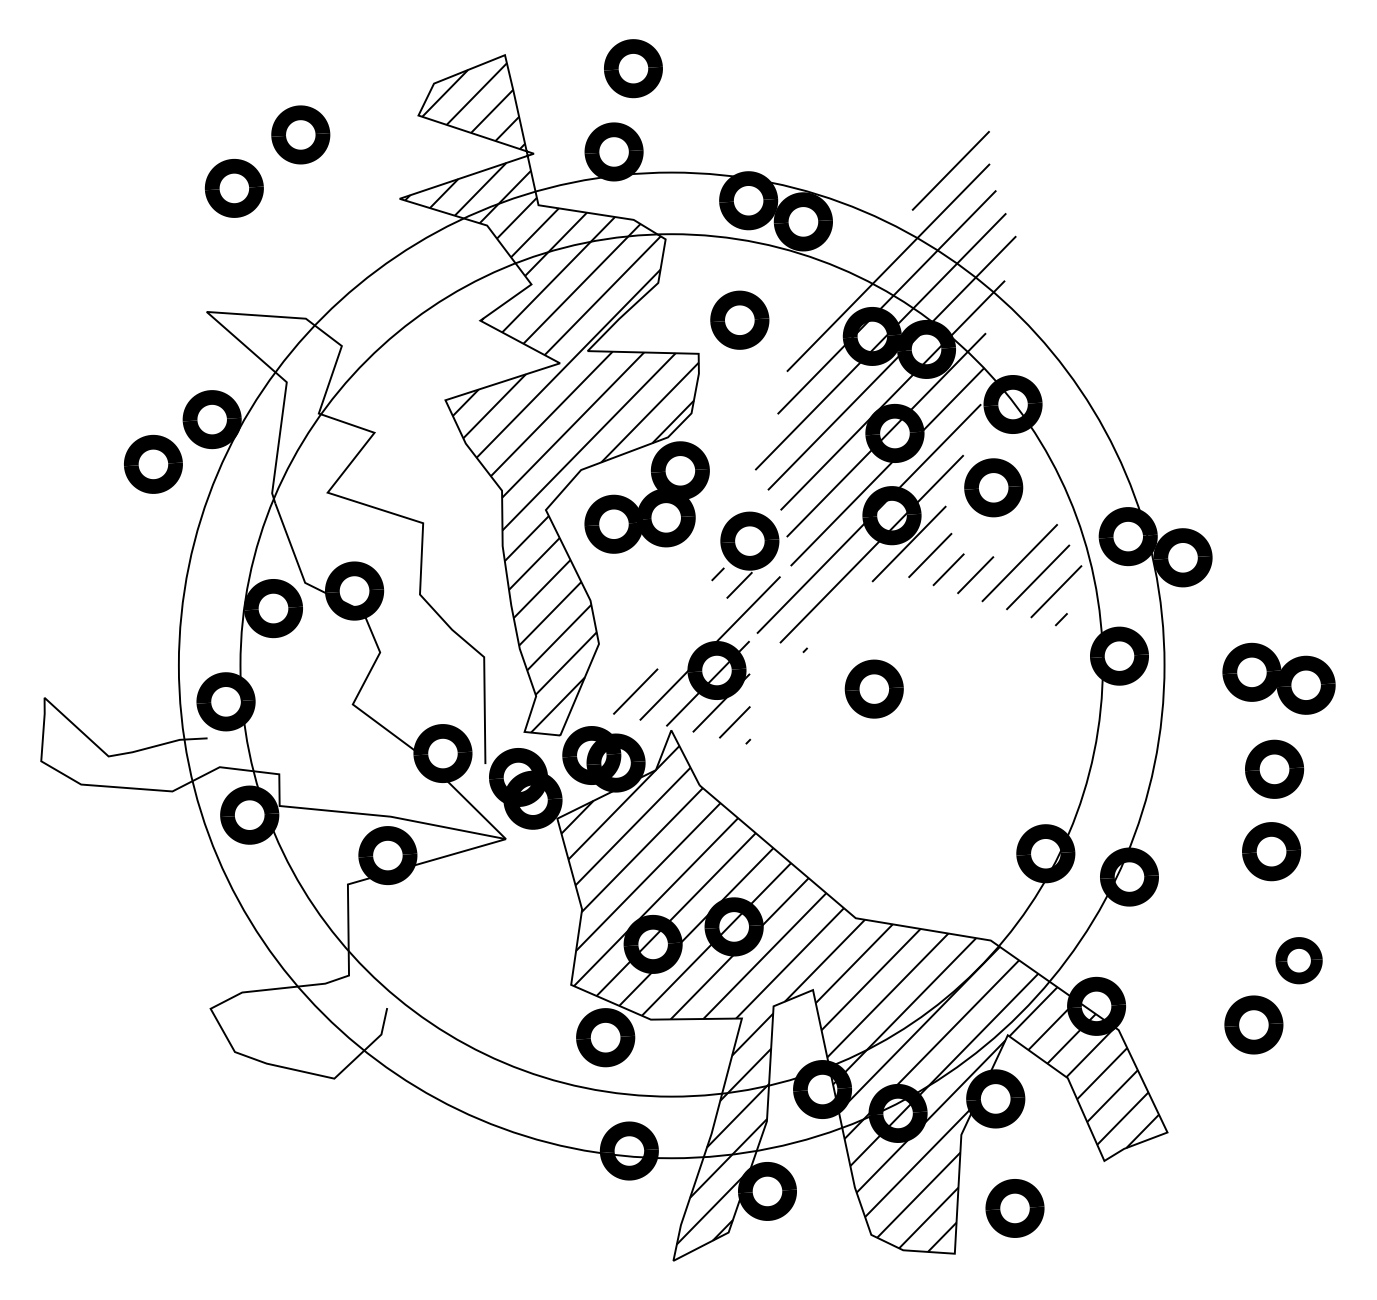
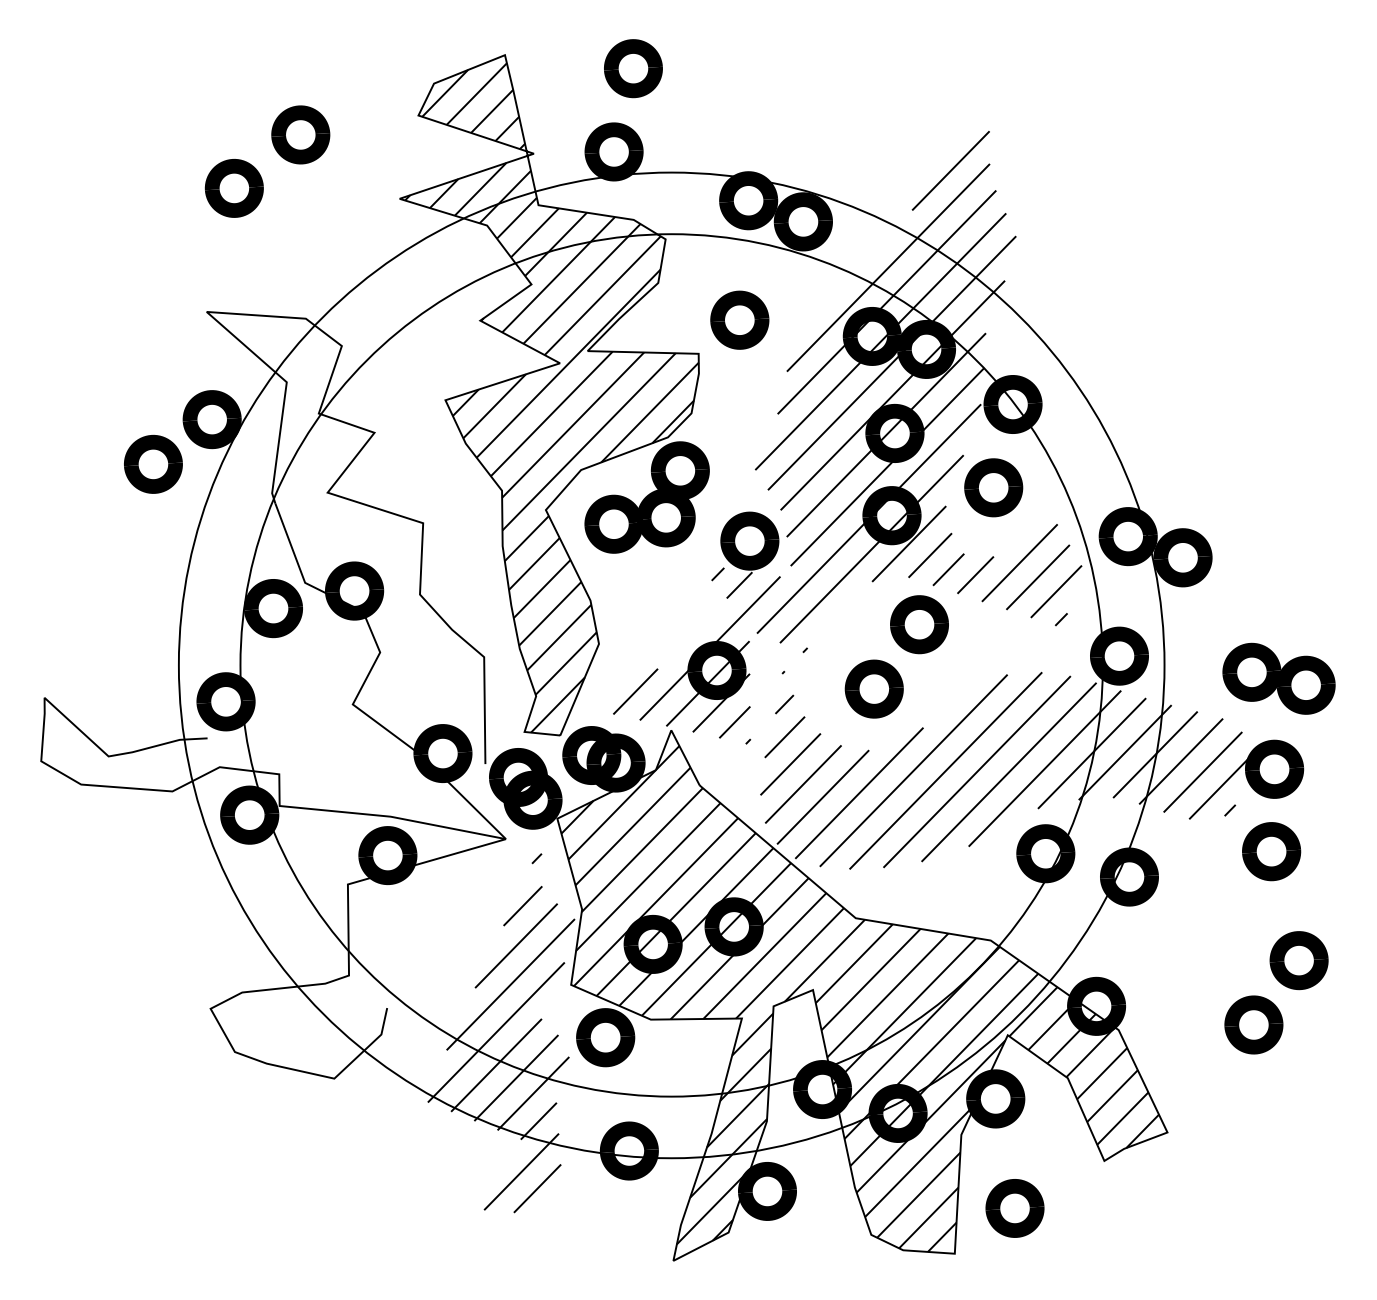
part at (919, 624): none -> present
hatch at (1004, 770): none -> present
part at (1298, 960) size: 48x48 px -> 60x60 px
hatch at (500, 1032): none -> present
